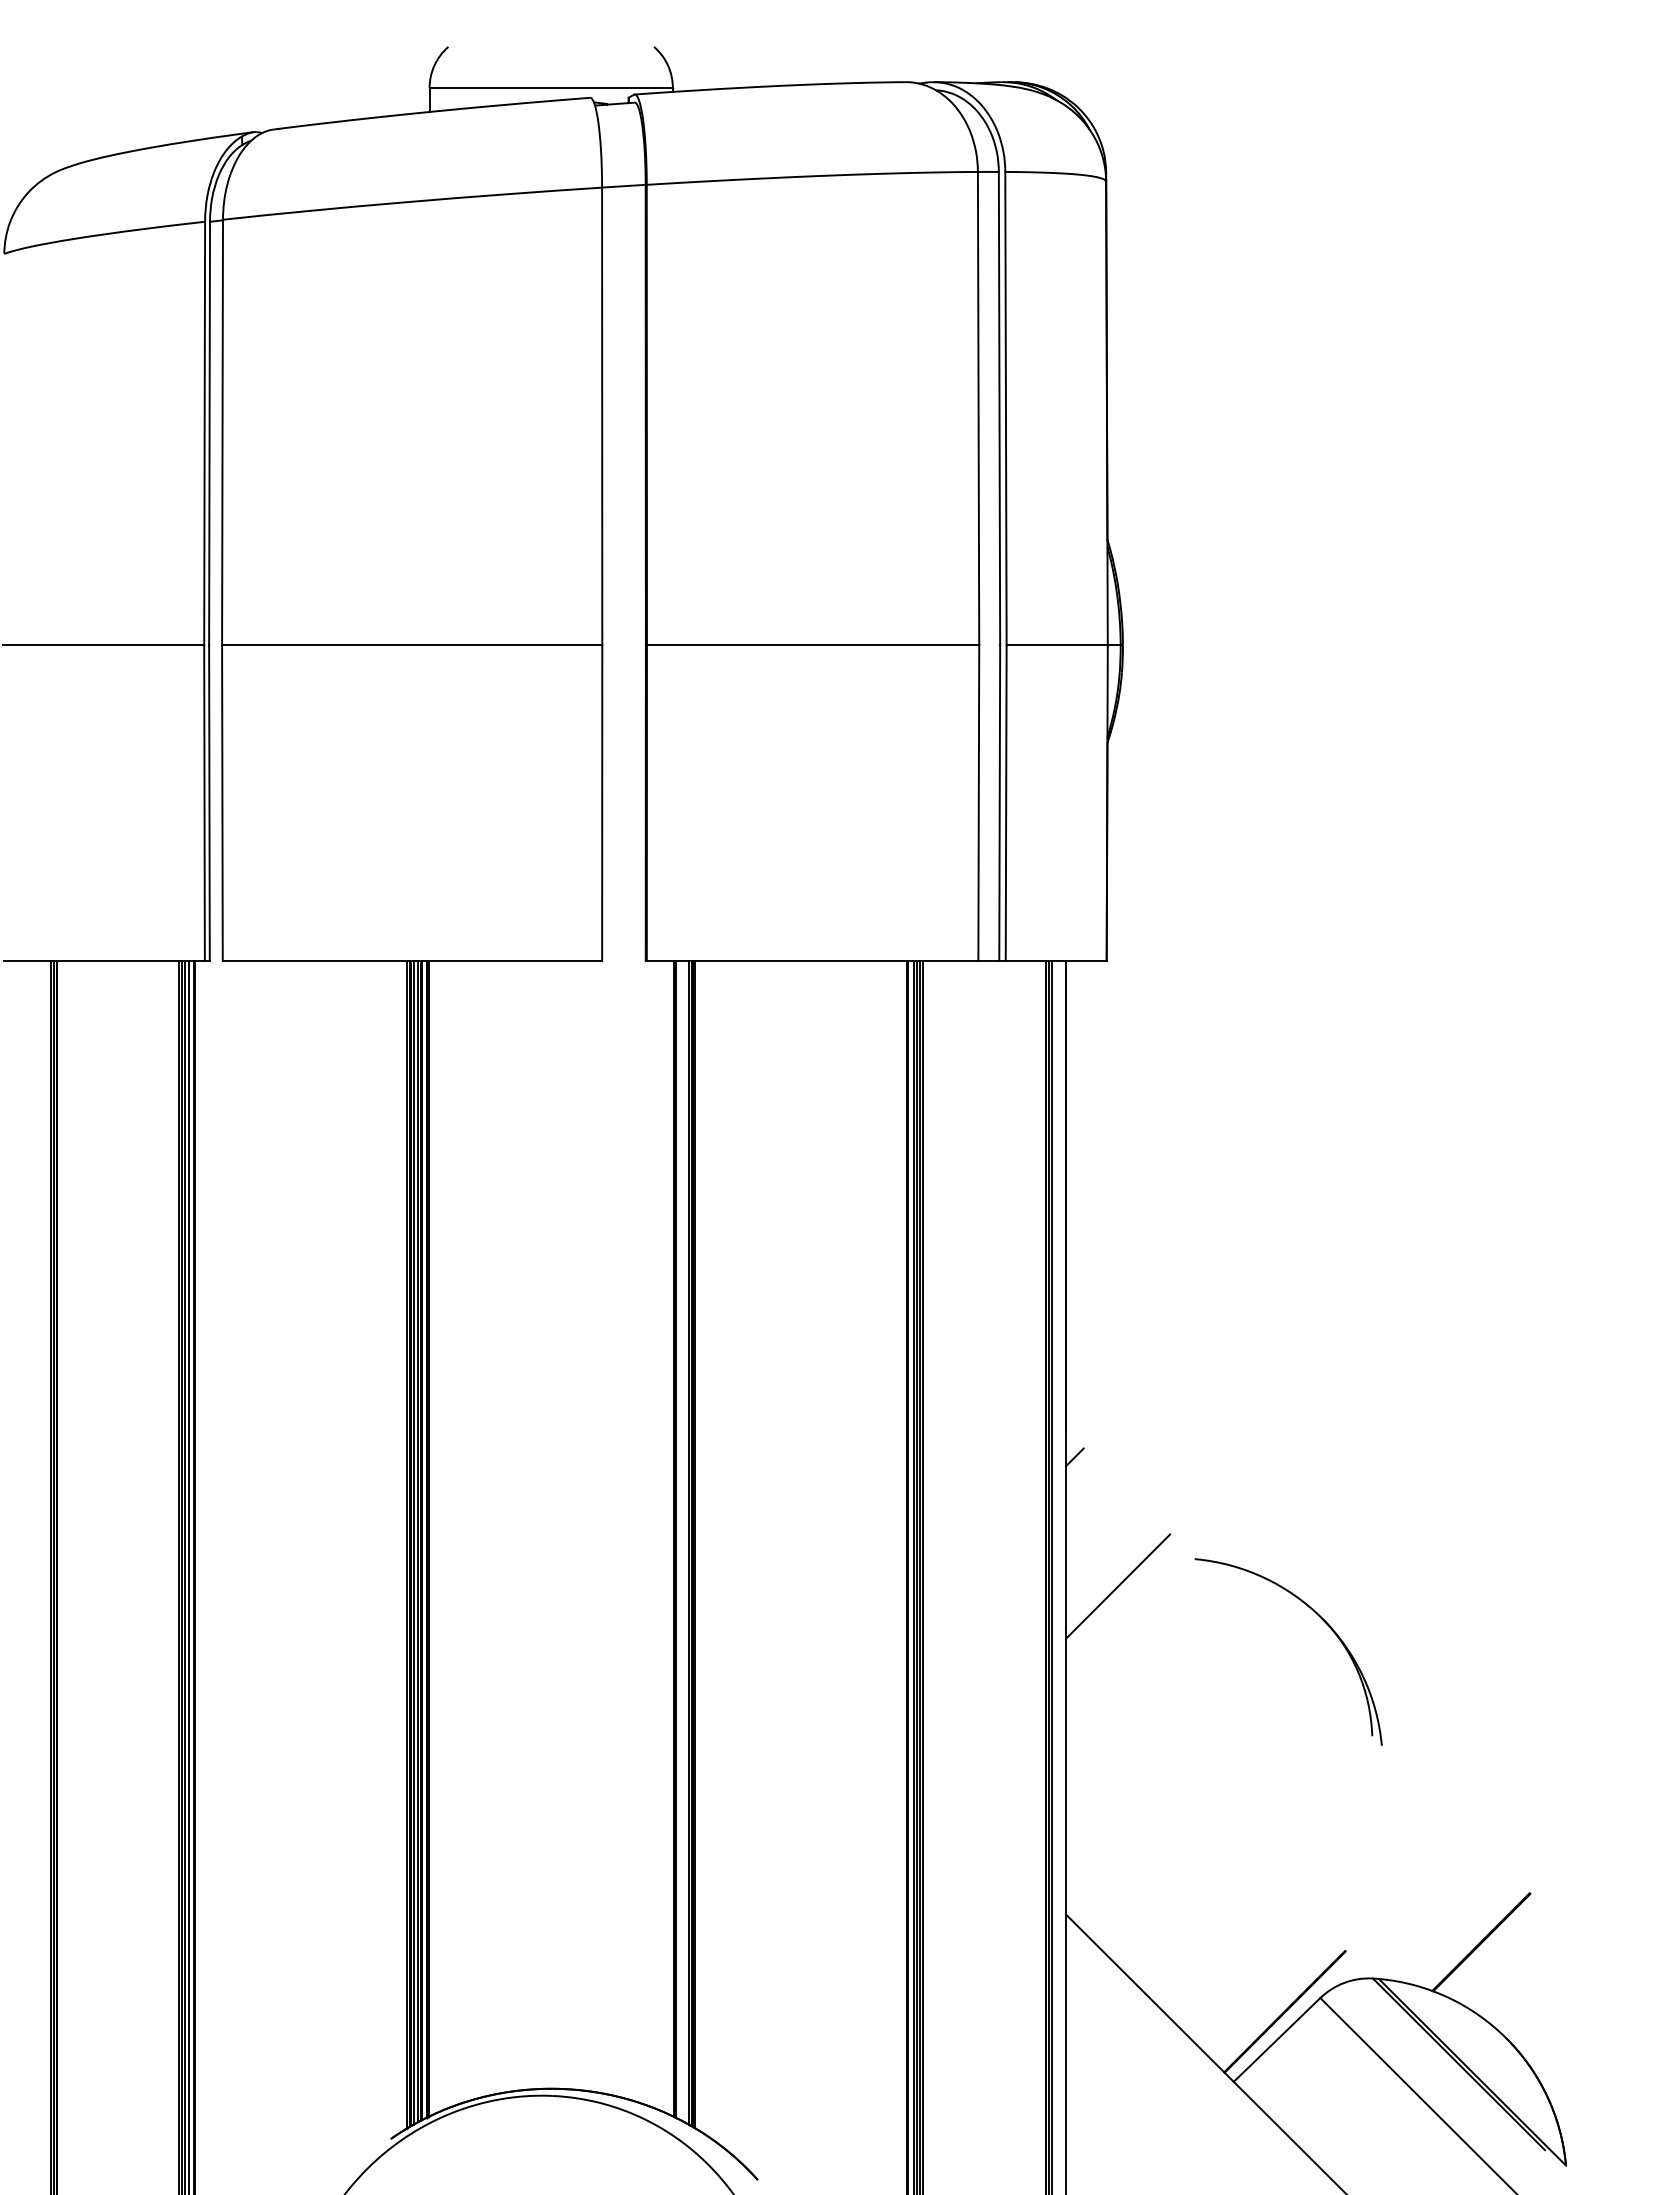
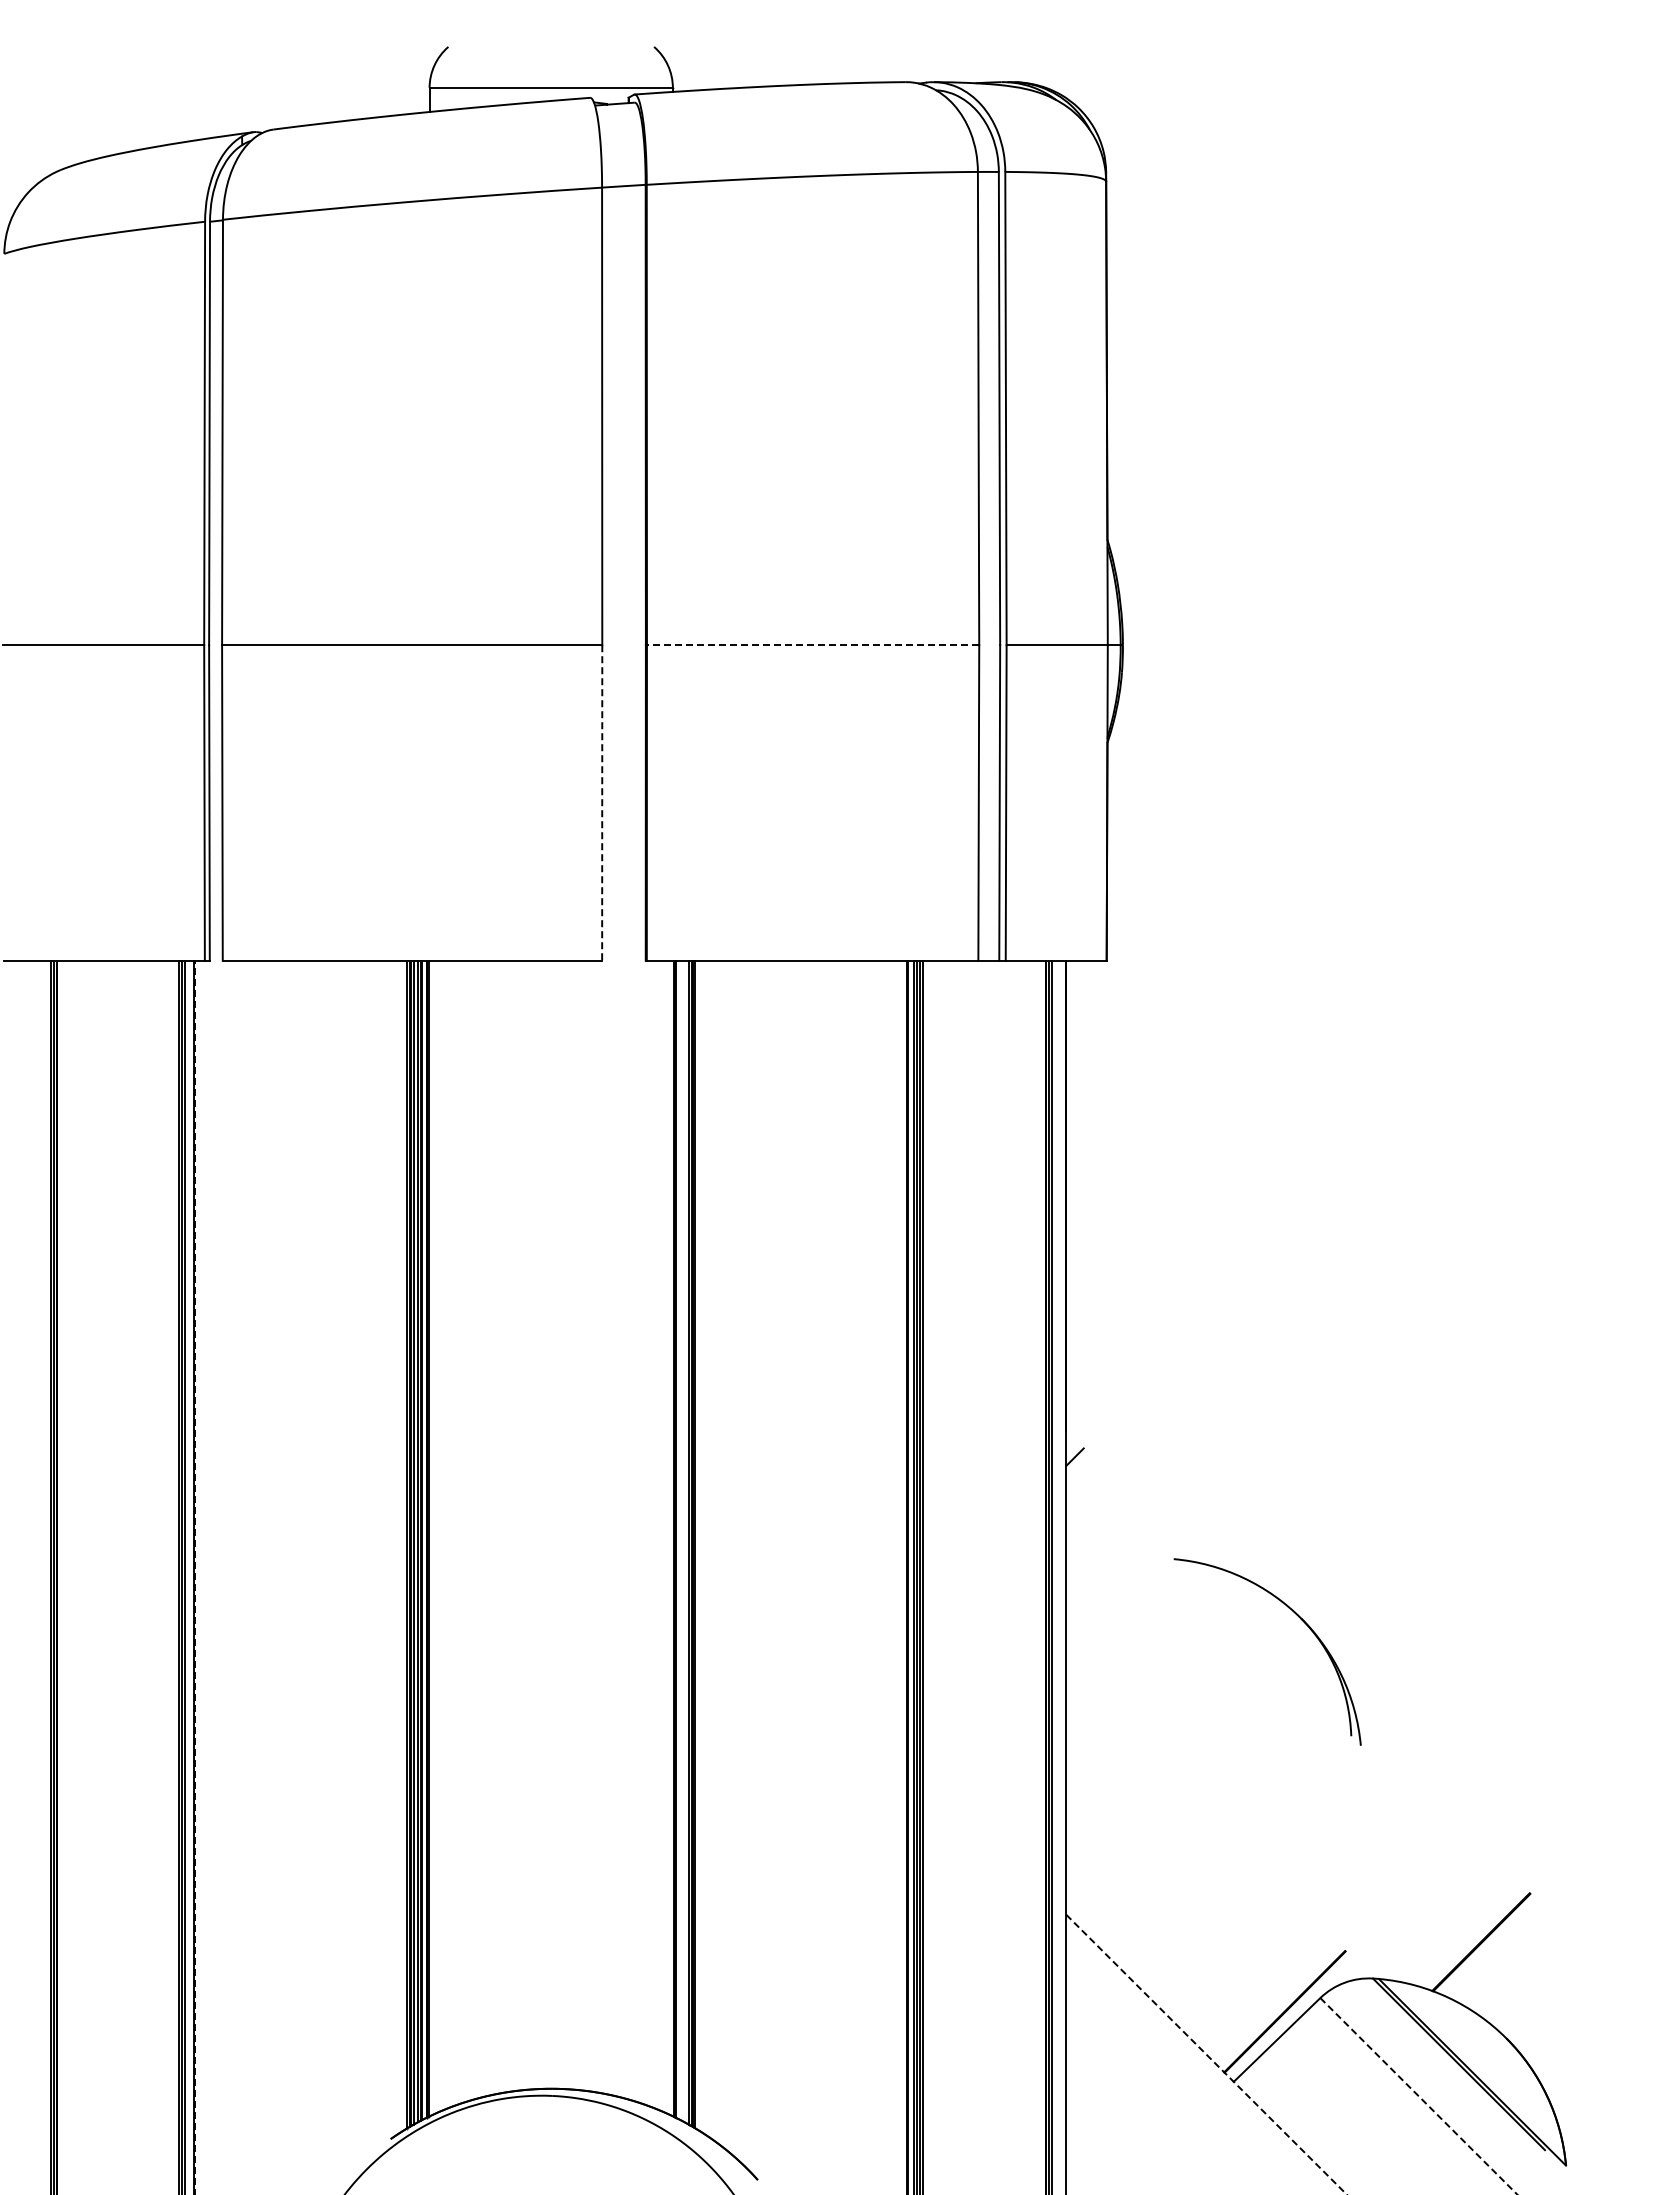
line at (812, 645): solid -> dashed
line at (602, 802): solid -> dashed
line at (188, 1575): present -> none
line at (195, 1577): solid -> dashed
line at (1118, 1586): present -> none
part at (1320, 1618) position: (1320, 1618) -> (1299, 1618)
line at (1206, 2054): solid -> dashed
line at (1419, 2096): solid -> dashed
